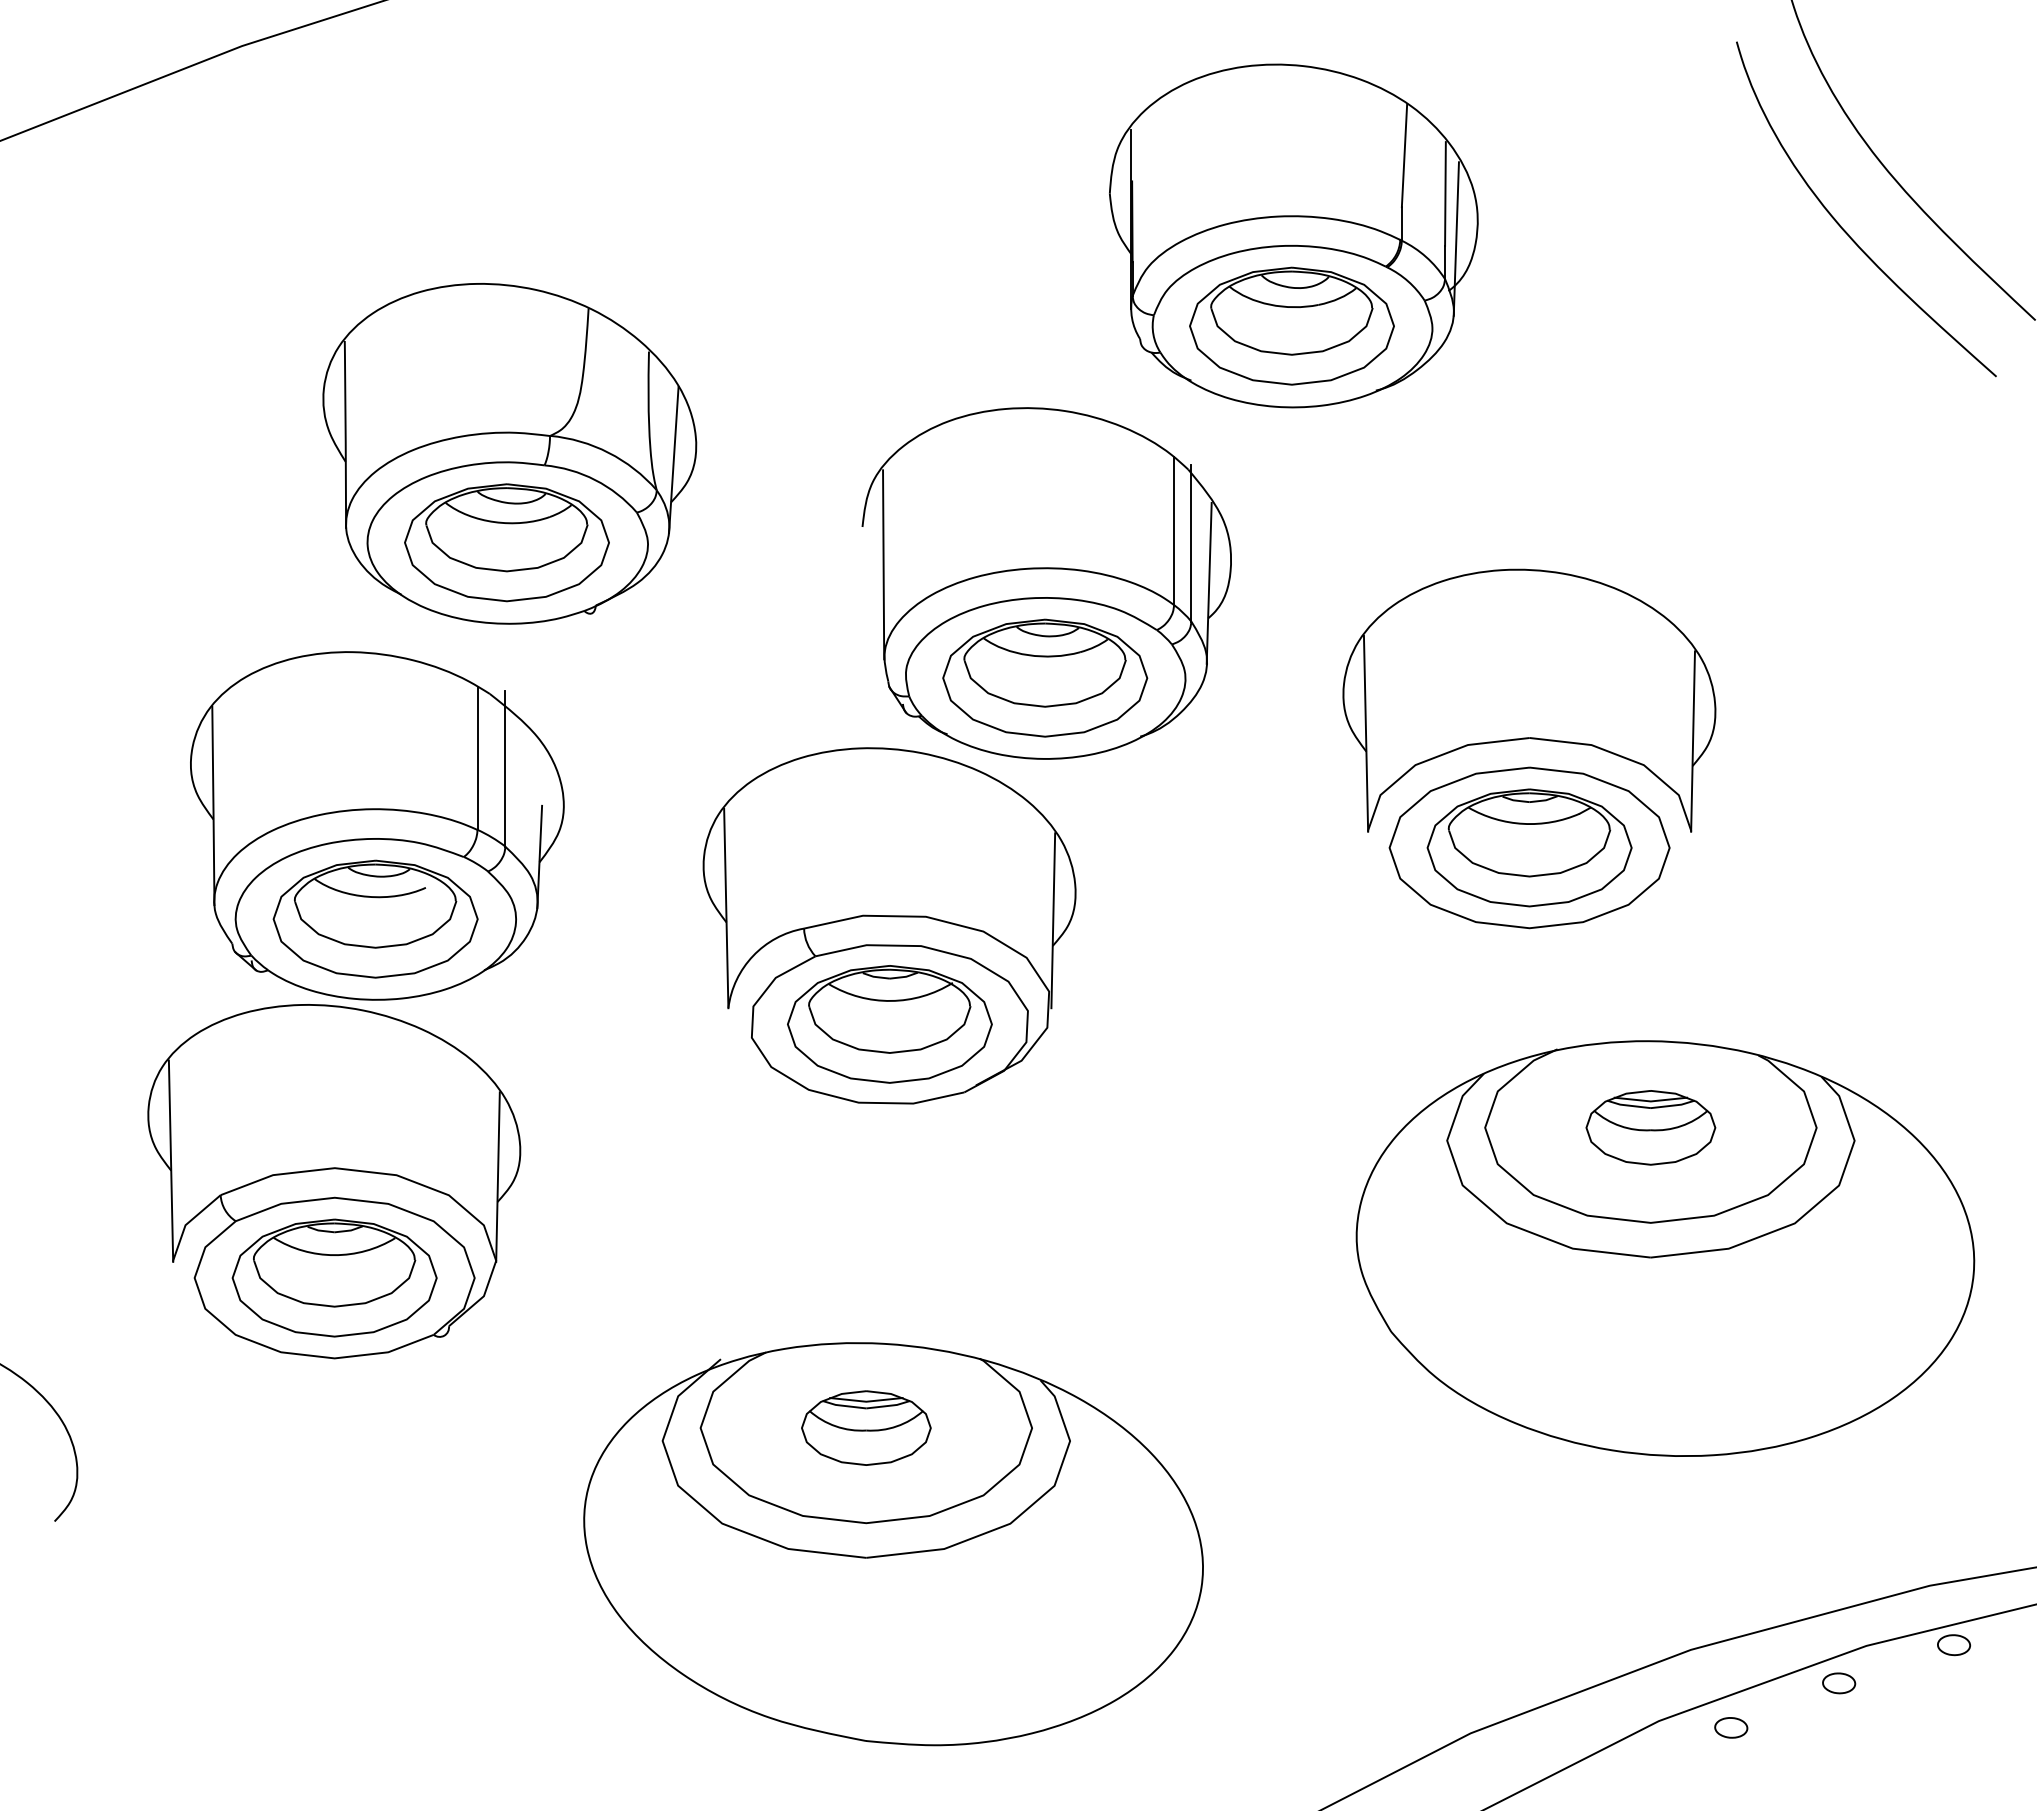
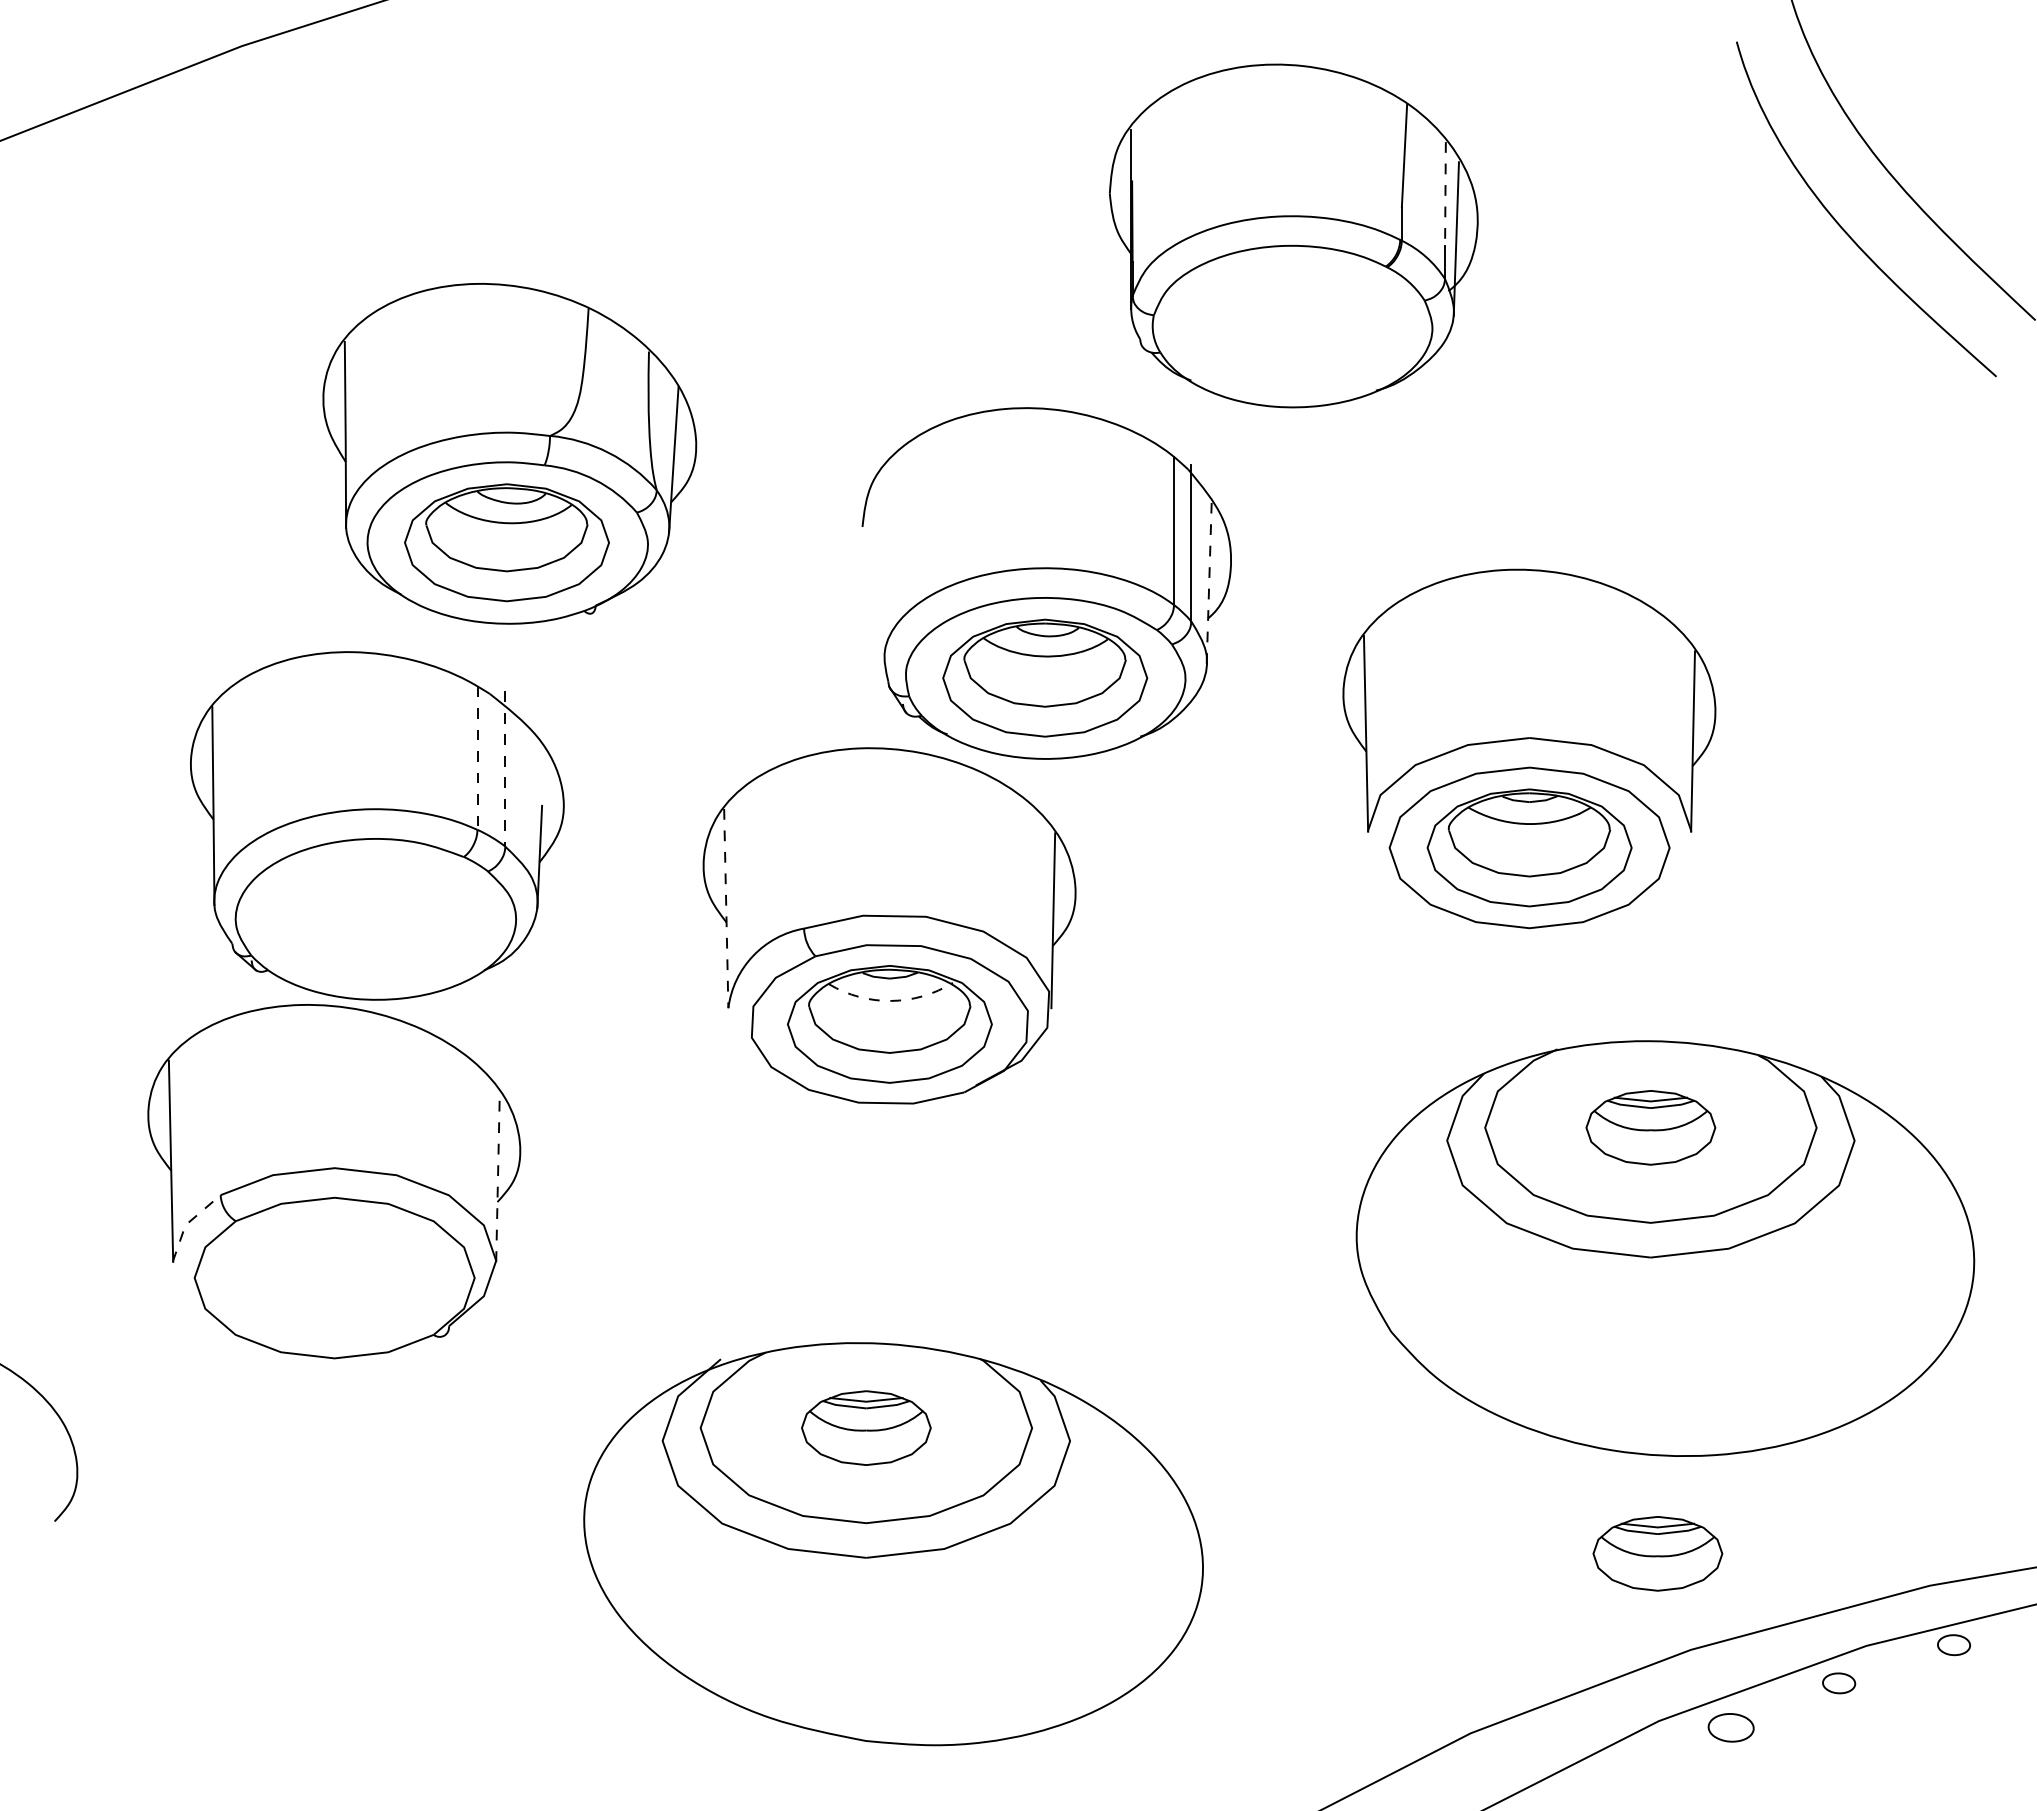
line at (1445, 194): solid -> dashed
part at (1291, 325): present -> none
line at (883, 564): present -> none
line at (1209, 582): solid -> dashed
line at (477, 758): solid -> dashed
line at (505, 768): solid -> dashed
line at (726, 908): solid -> dashed
part at (375, 918): present -> none
arc at (891, 1000): solid -> dashed
line at (498, 1177): solid -> dashed
line at (187, 1223): solid -> dashed
part at (334, 1277): present -> none
part at (1657, 1553): none -> present
part at (1731, 1727) size: 35x22 px -> 48x30 px
